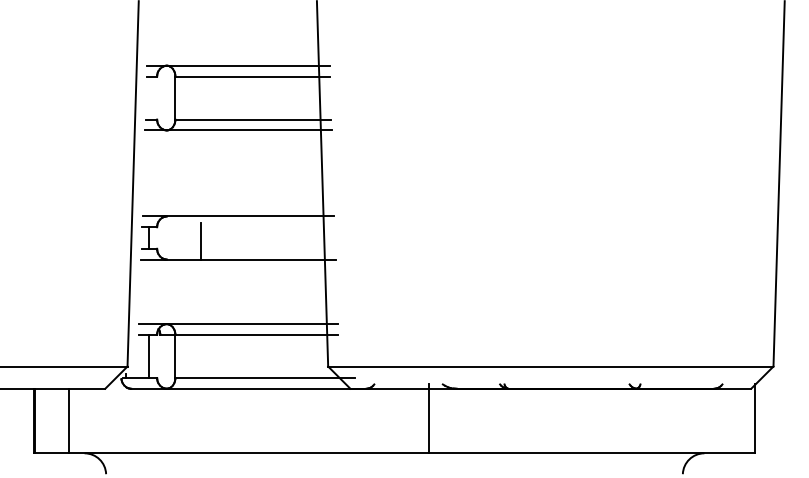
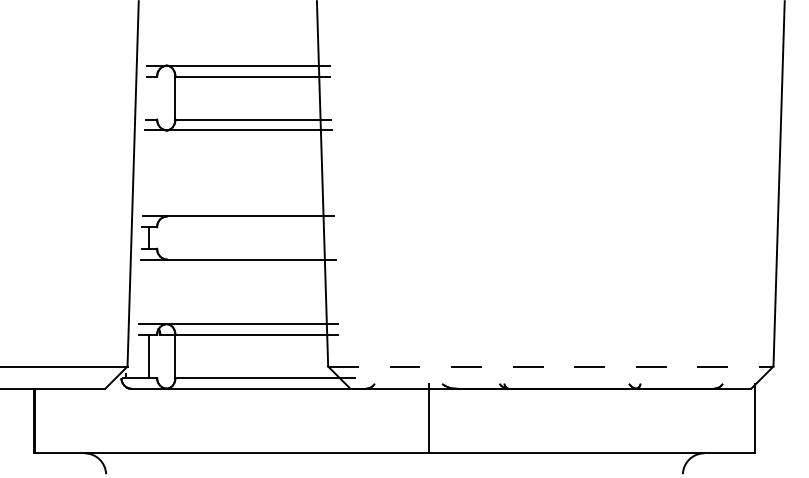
line at (200, 241): present -> none
line at (550, 366): solid -> dashed
line at (68, 420): present -> none
